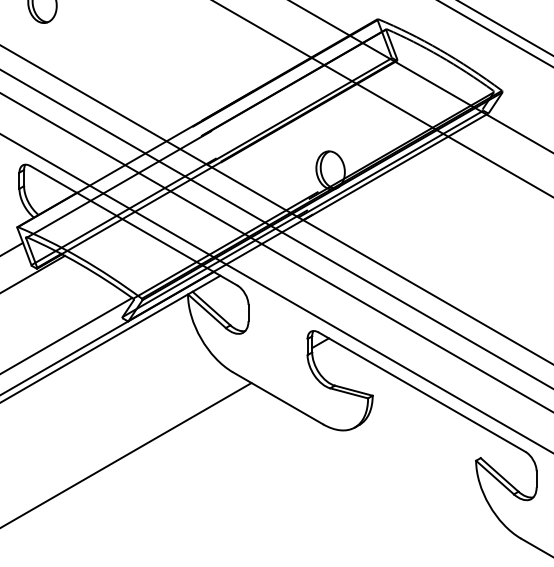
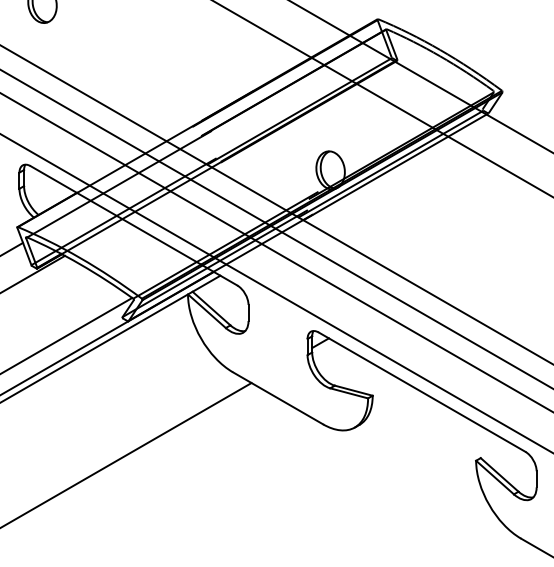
line at (505, 28): present -> none
line at (495, 33): present -> none
